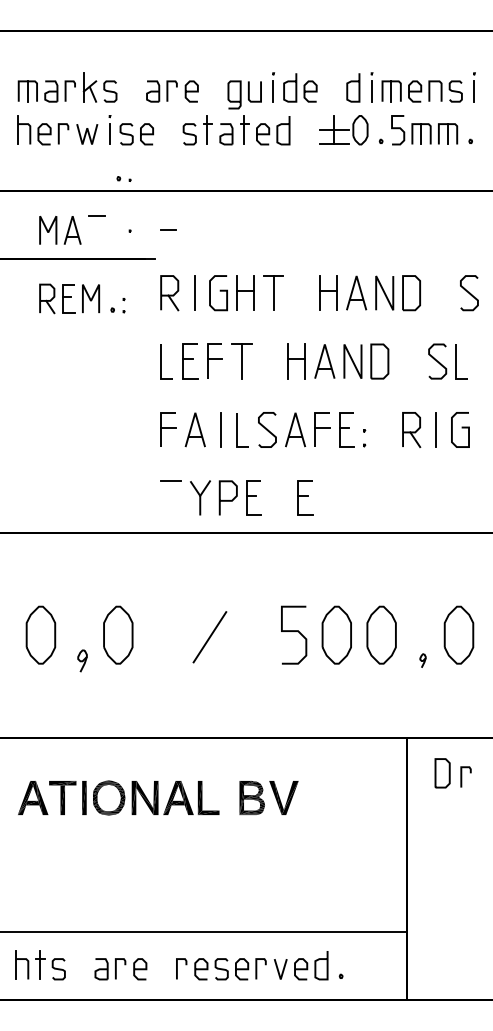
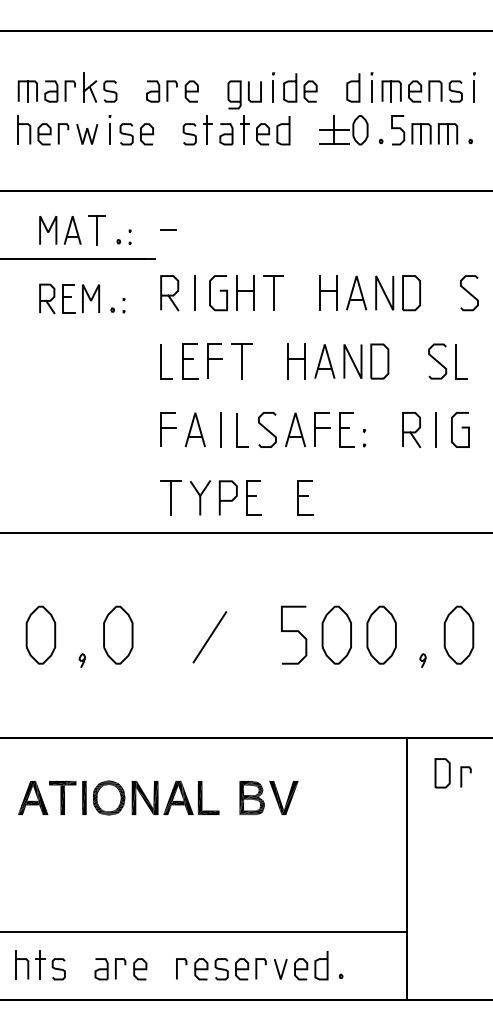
part at (123, 178) position: (123, 178) -> (123, 241)
line at (97, 230): none -> present
line at (170, 498): none -> present
part at (82, 660) size: 11x24 px -> 8x15 px
